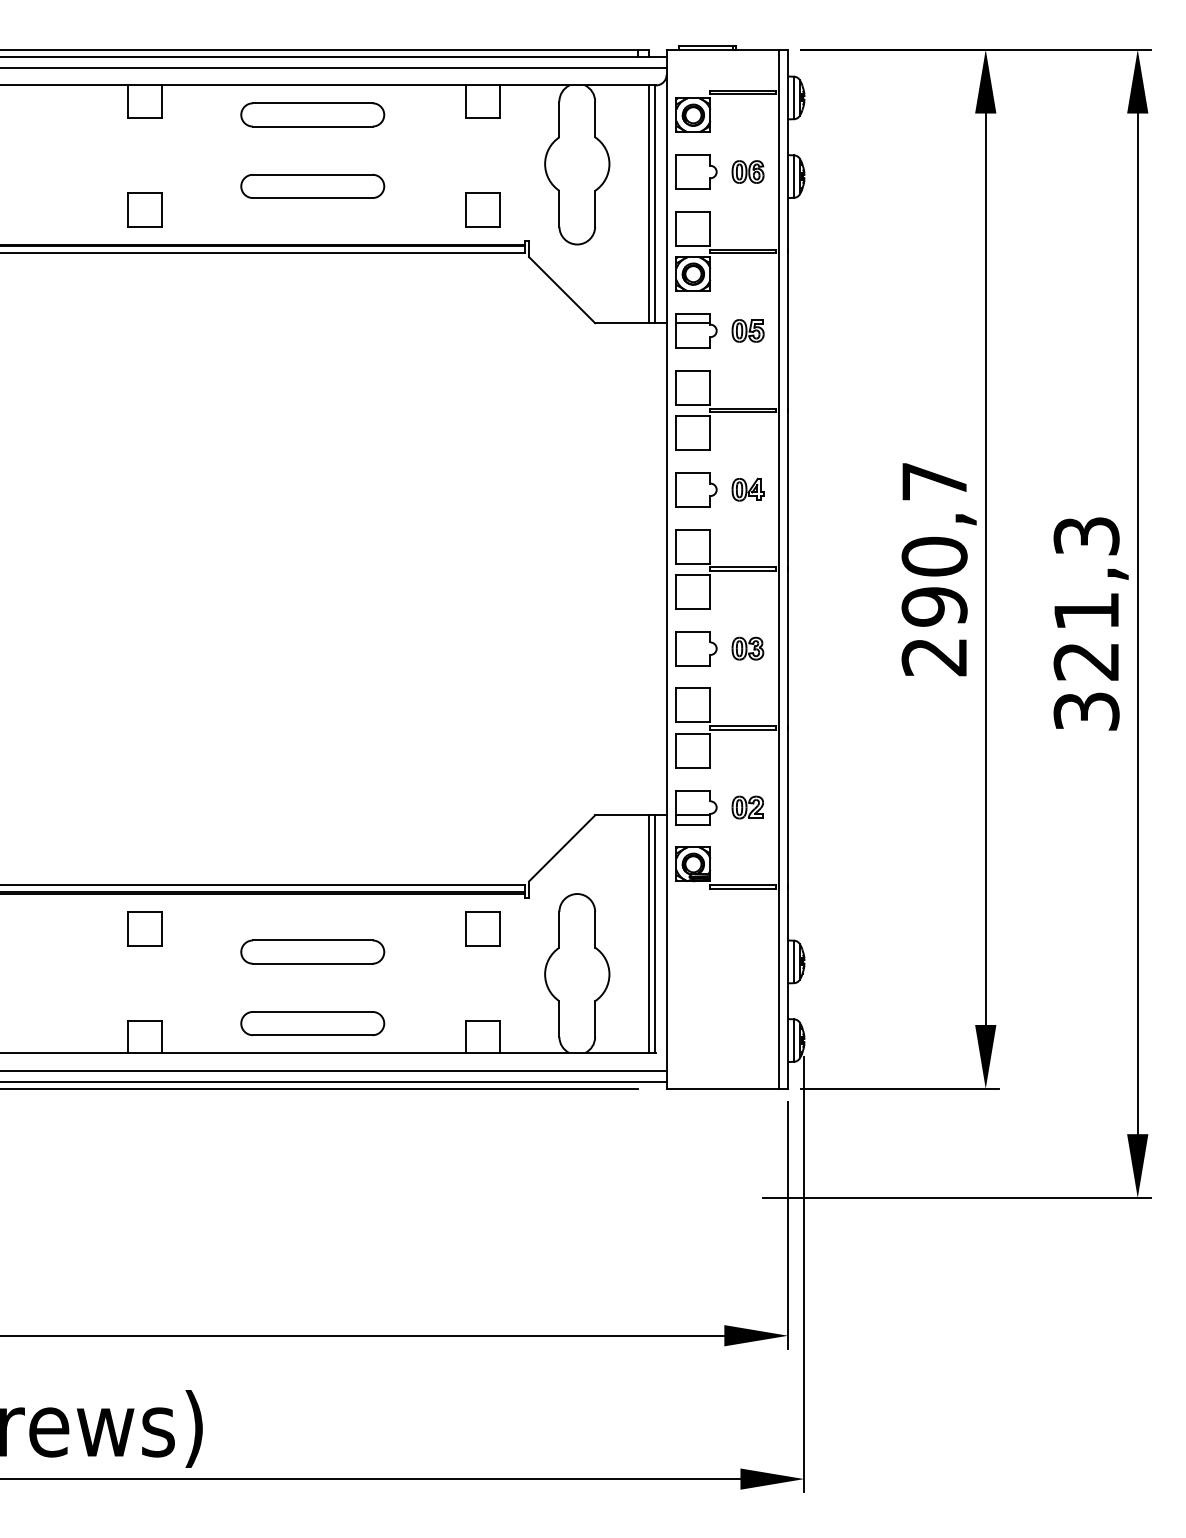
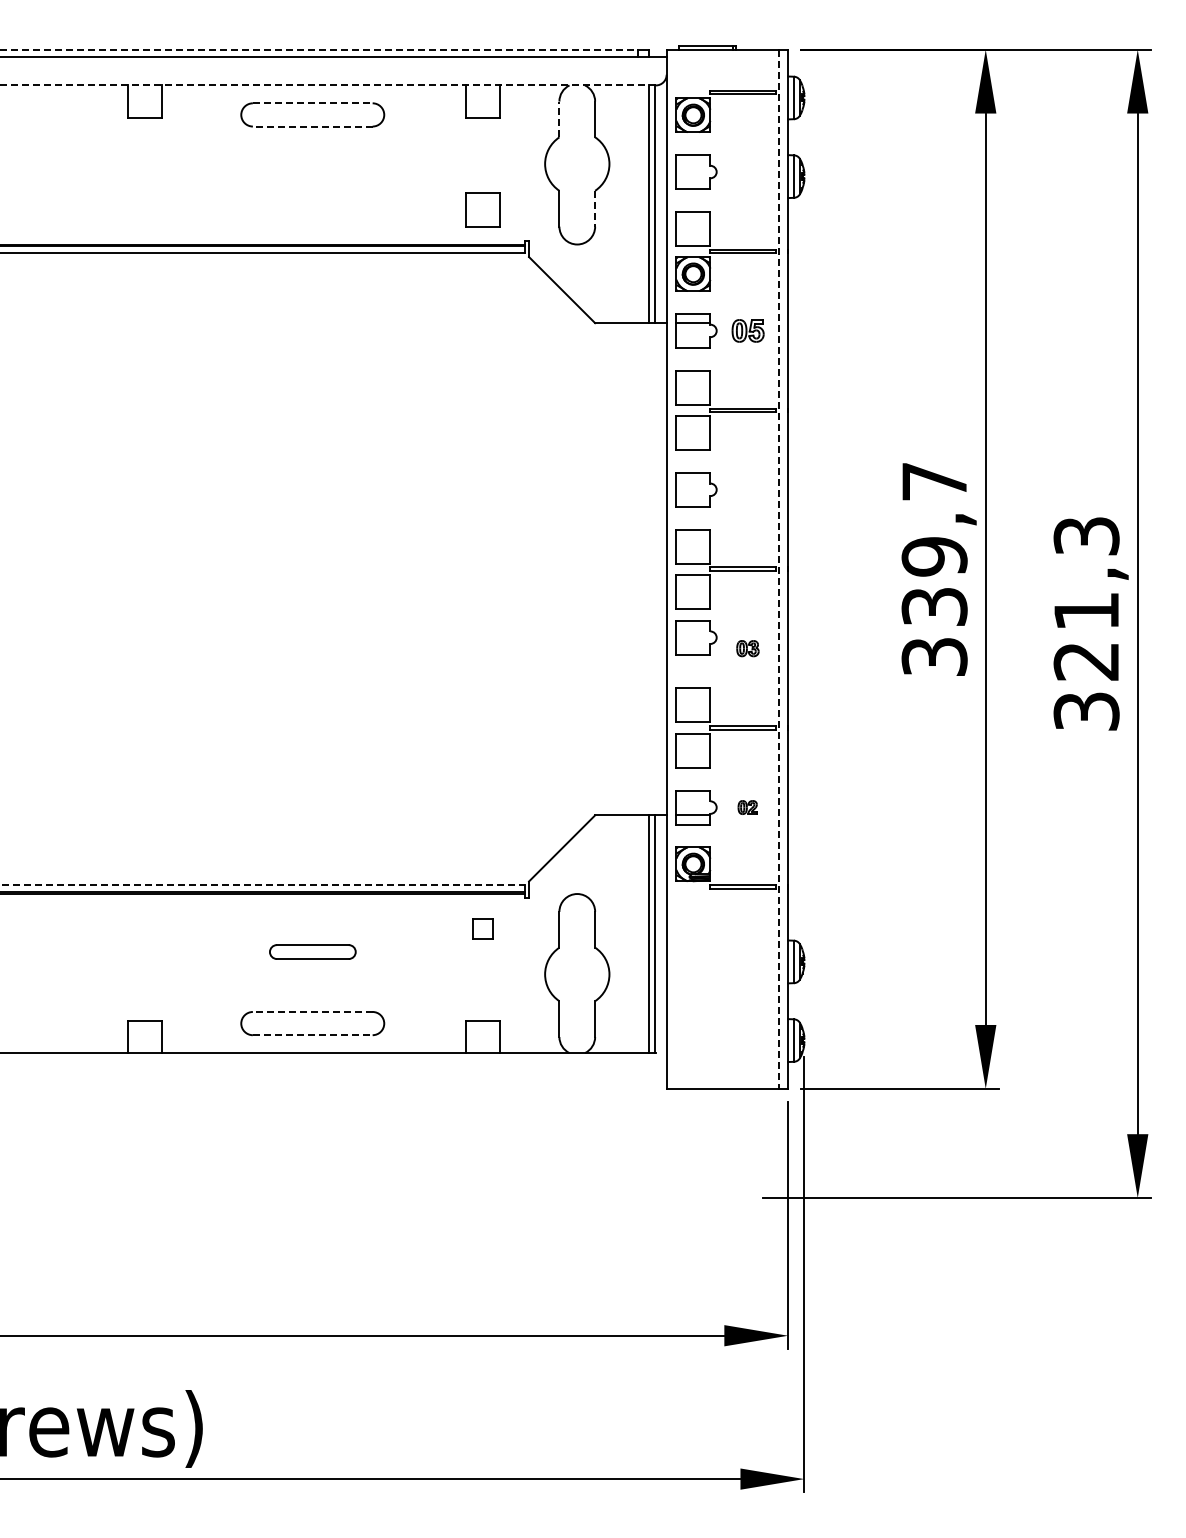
line at (319, 49): solid -> dashed
line at (334, 67): present -> none
line at (328, 85): solid -> dashed
line at (312, 103): solid -> dashed
line at (559, 119): solid -> dashed
line at (312, 126): solid -> dashed
part at (747, 171): present -> none
part at (312, 185): present -> none
line at (595, 208): solid -> dashed
part at (144, 209): present -> none
part at (747, 489): present -> none
line at (779, 569): solid -> dashed
text at (934, 606): 290,7 -> 339,7
part at (696, 648) position: (696, 648) -> (696, 637)
part at (747, 648) size: 34x25 px -> 24x18 px
part at (747, 807) size: 33x25 px -> 21x15 px
line at (263, 885): solid -> dashed
part at (144, 928): present -> none
part at (482, 928) size: 36x36 px -> 22x22 px
part at (312, 951) size: 146x26 px -> 88x16 px
line at (312, 1011): solid -> dashed
line at (312, 1035): solid -> dashed
line at (334, 1070): present -> none
line at (334, 1081): present -> none
line at (320, 1088): present -> none
